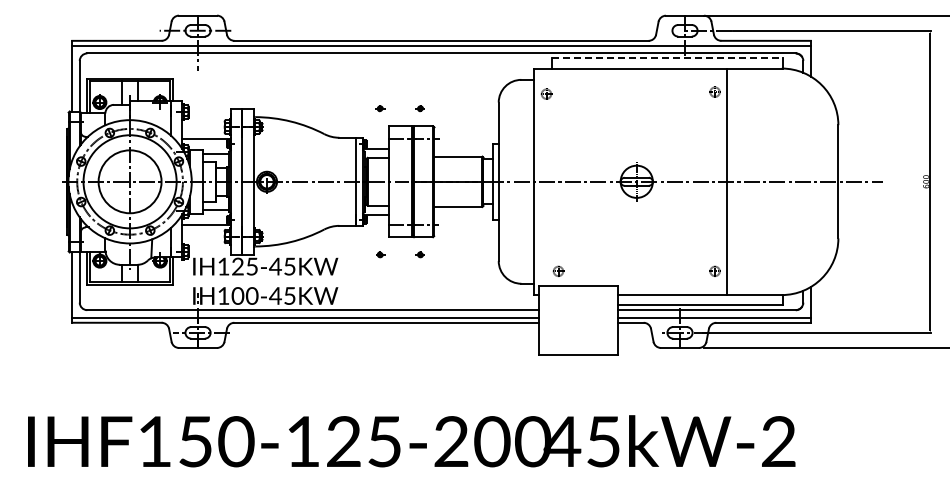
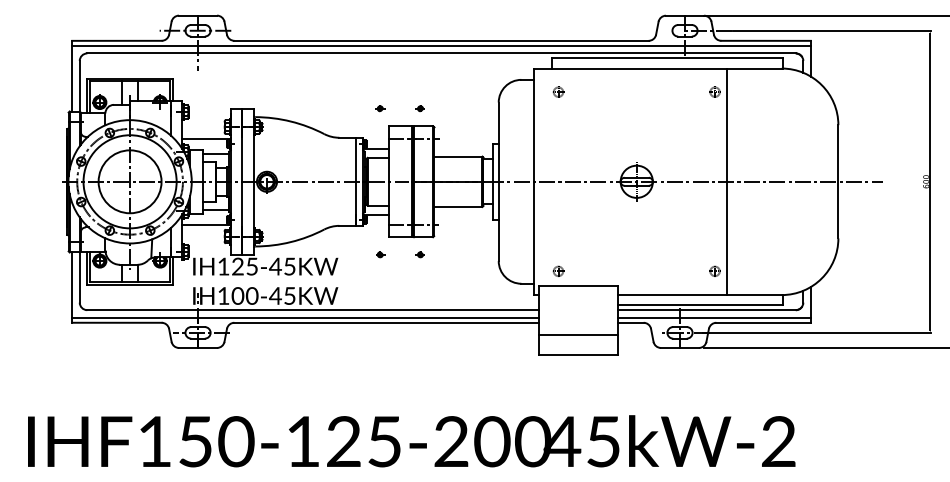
line at (667, 58): dashed -> solid
part at (546, 93) position: (546, 93) -> (558, 91)
line at (577, 335): none -> present
